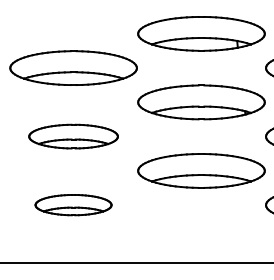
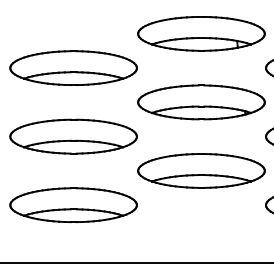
part at (73, 136) size: 91x27 px -> 129x37 px
part at (73, 205) size: 79x23 px -> 129x36 px
